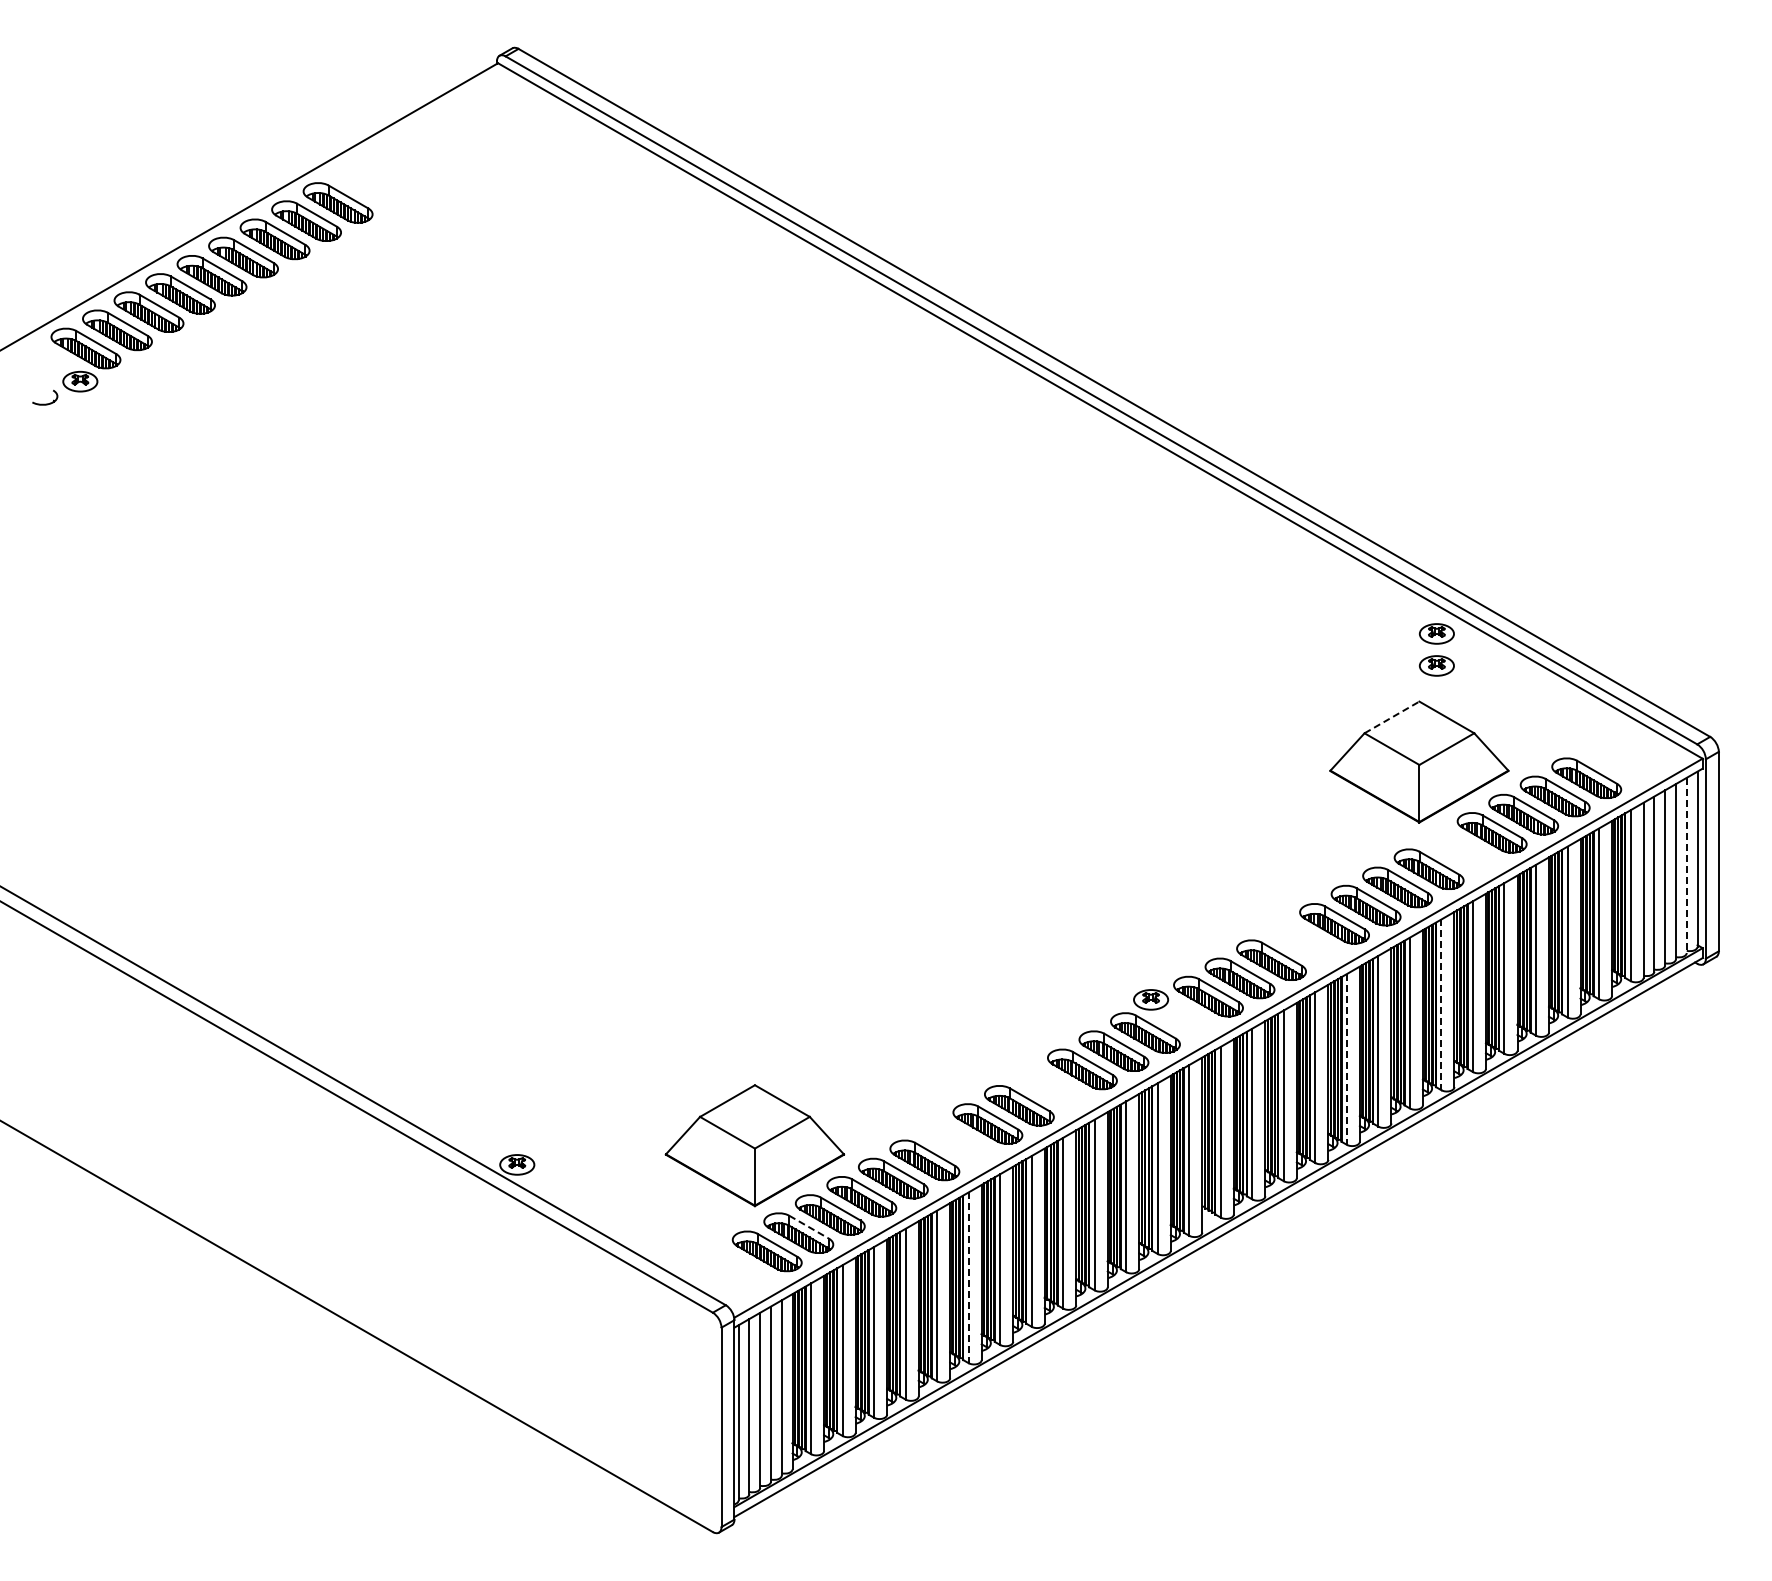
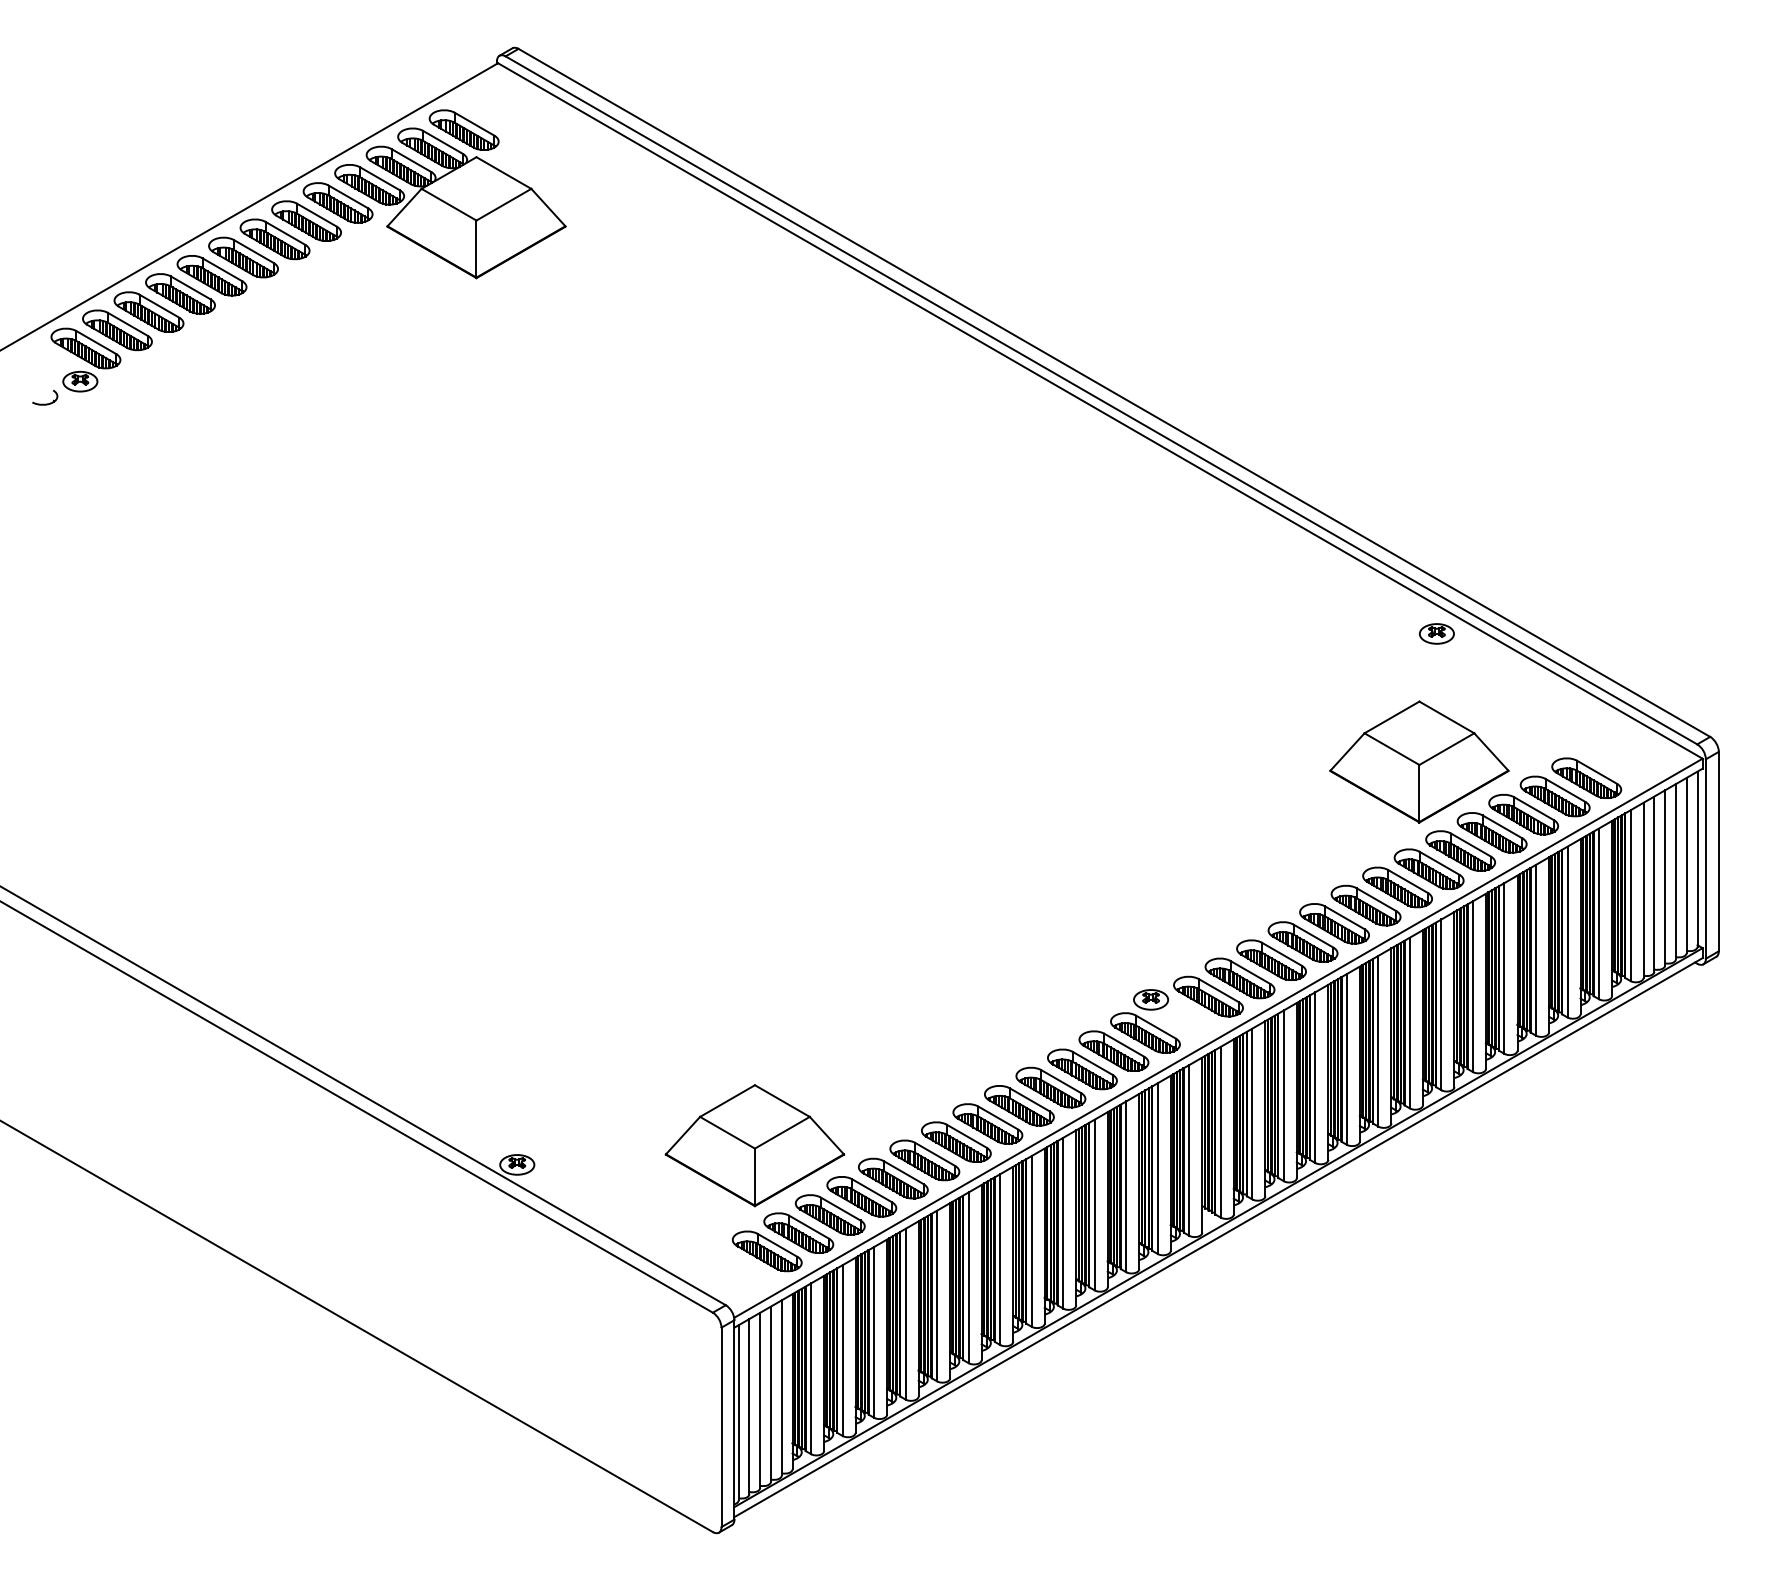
part at (450, 194): none -> present
part at (1436, 665): present -> none
line at (1391, 717): dashed -> solid
part at (1460, 850): none -> present
line at (1686, 865): dashed -> solid
part at (1302, 941): none -> present
line at (1441, 1005): dashed -> solid
line at (1346, 1059): dashed -> solid
part at (1050, 1087): none -> present
part at (956, 1141): none -> present
line at (809, 1227): dashed -> solid
line at (968, 1278): dashed -> solid
